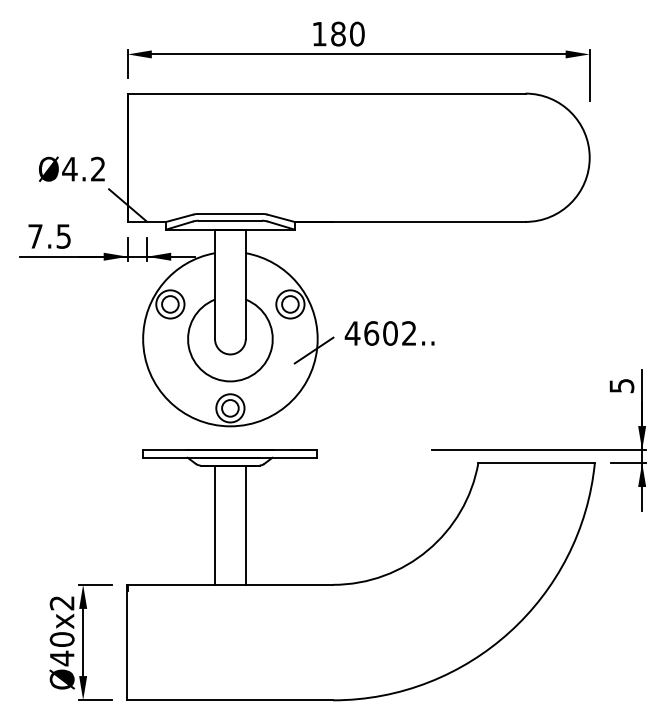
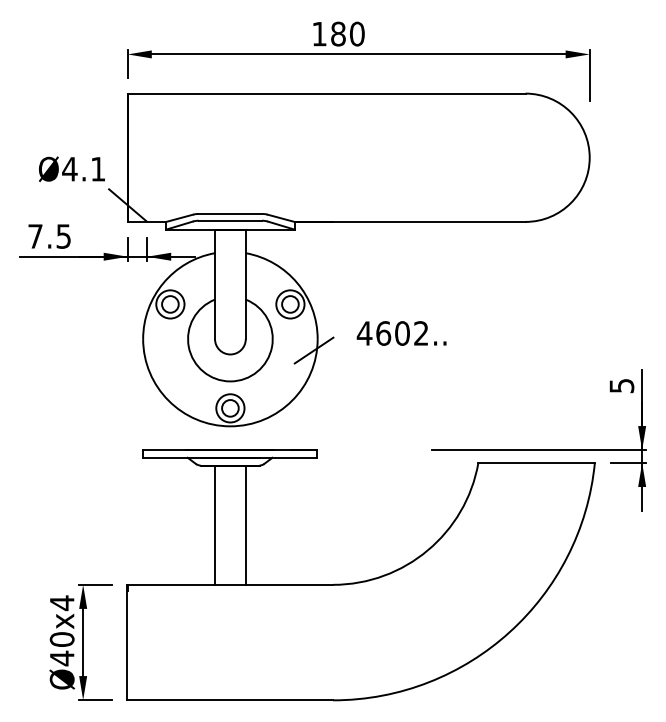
text at (97, 168): Ø4.2 -> Ø4.1
text at (389, 333) position: (389, 333) -> (401, 333)
text at (61, 603): Ø40x2 -> Ø40x4
